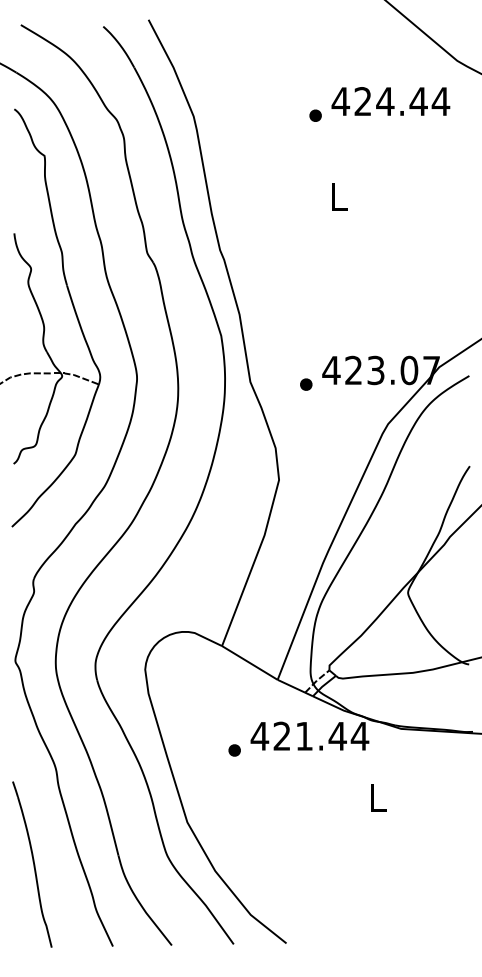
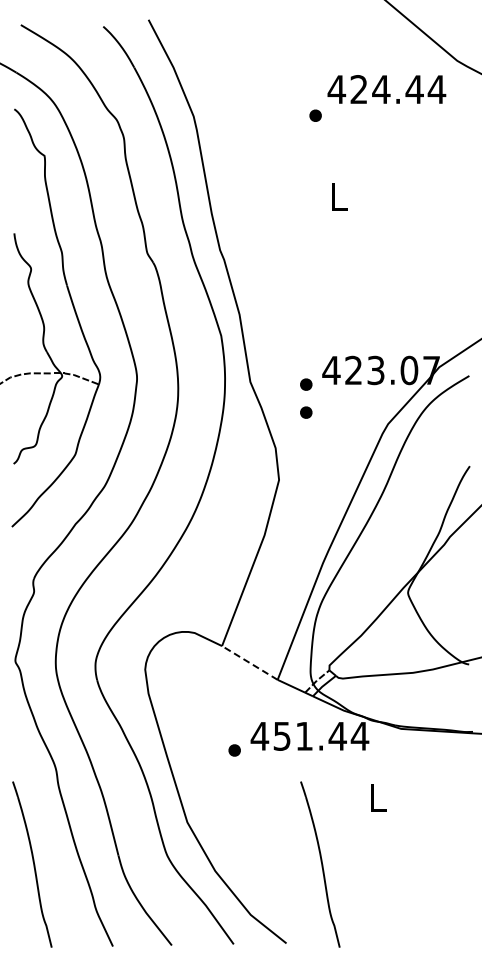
text at (390, 101) position: (390, 101) -> (386, 89)
part at (306, 412): none -> present
line at (249, 662): solid -> dashed
text at (281, 735): 421.44 -> 451.44
part at (320, 864): none -> present
